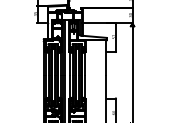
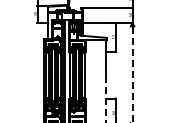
line at (132, 74): solid -> dashed
line at (105, 99): solid -> dashed
